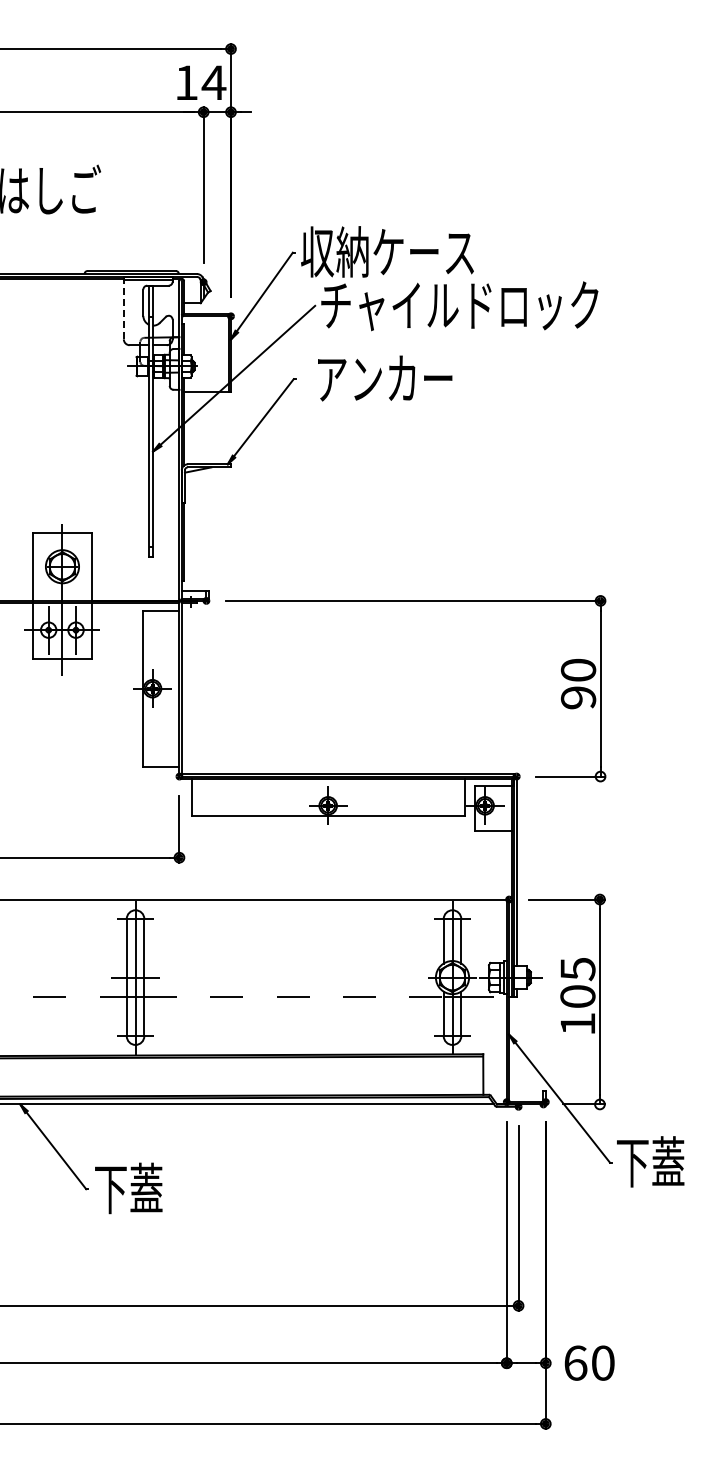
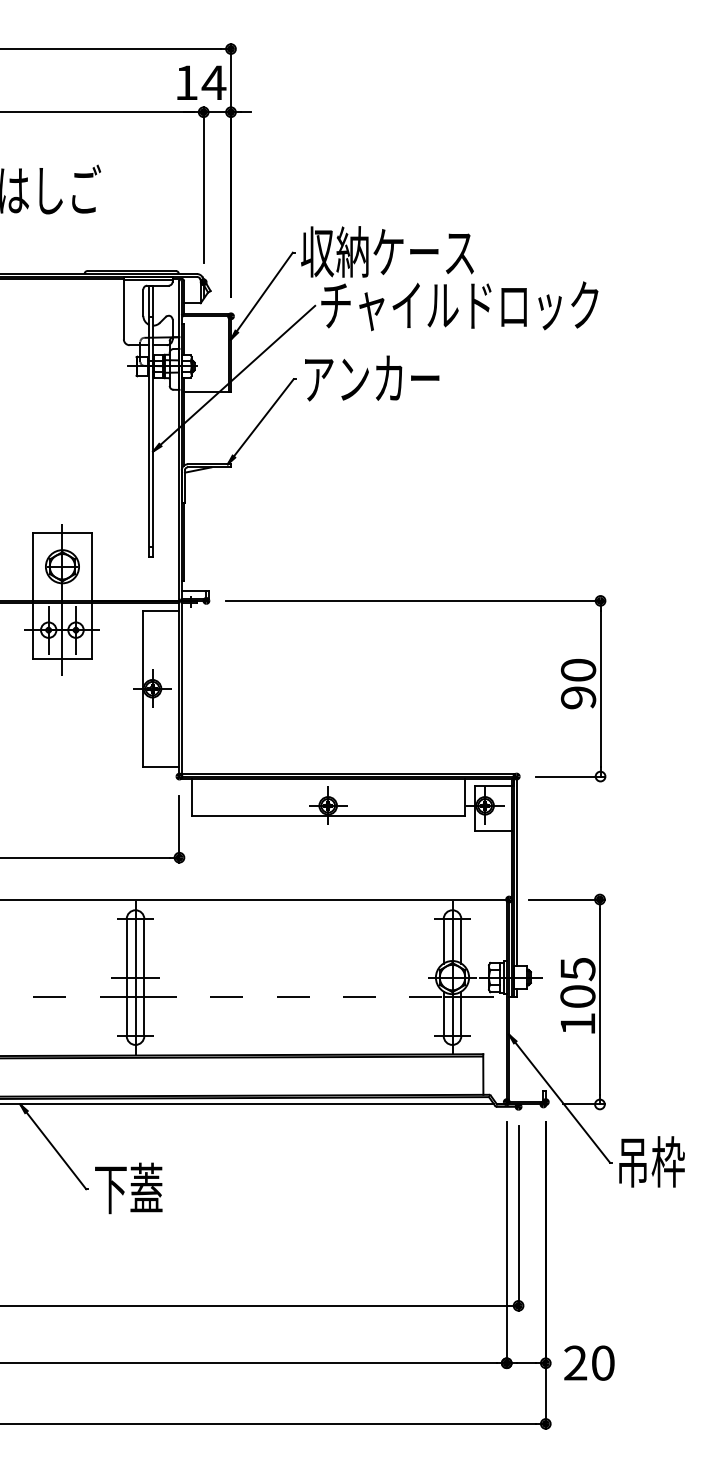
line at (123, 307): dashed -> solid
text at (385, 378) position: (385, 378) -> (372, 378)
text at (650, 1161): 下蓋 -> 吊枠
text at (575, 1362): 60 -> 20
